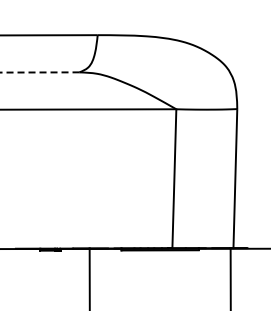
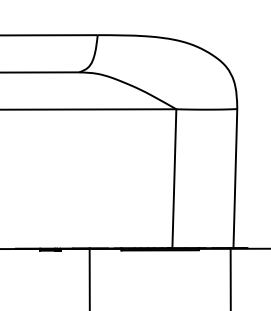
line at (39, 72): dashed -> solid
